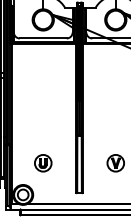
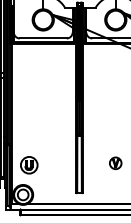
part at (43, 163) position: (43, 163) -> (29, 165)
part at (115, 163) size: 19x19 px -> 14x15 px
